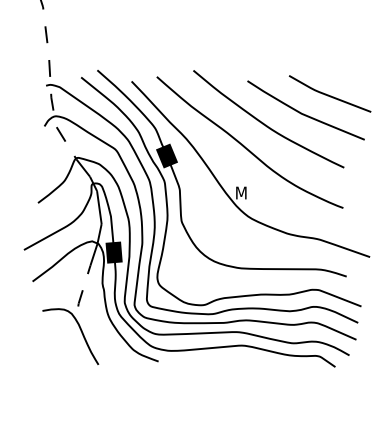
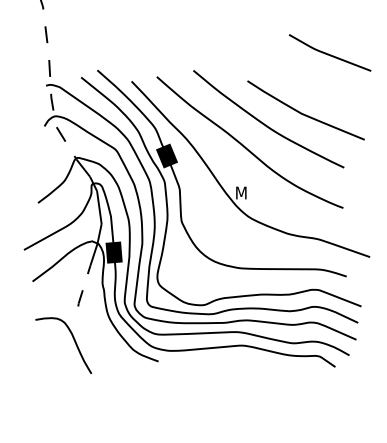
line at (328, 94) position: (328, 94) -> (328, 53)
curve at (80, 331) position: (80, 331) -> (73, 340)
